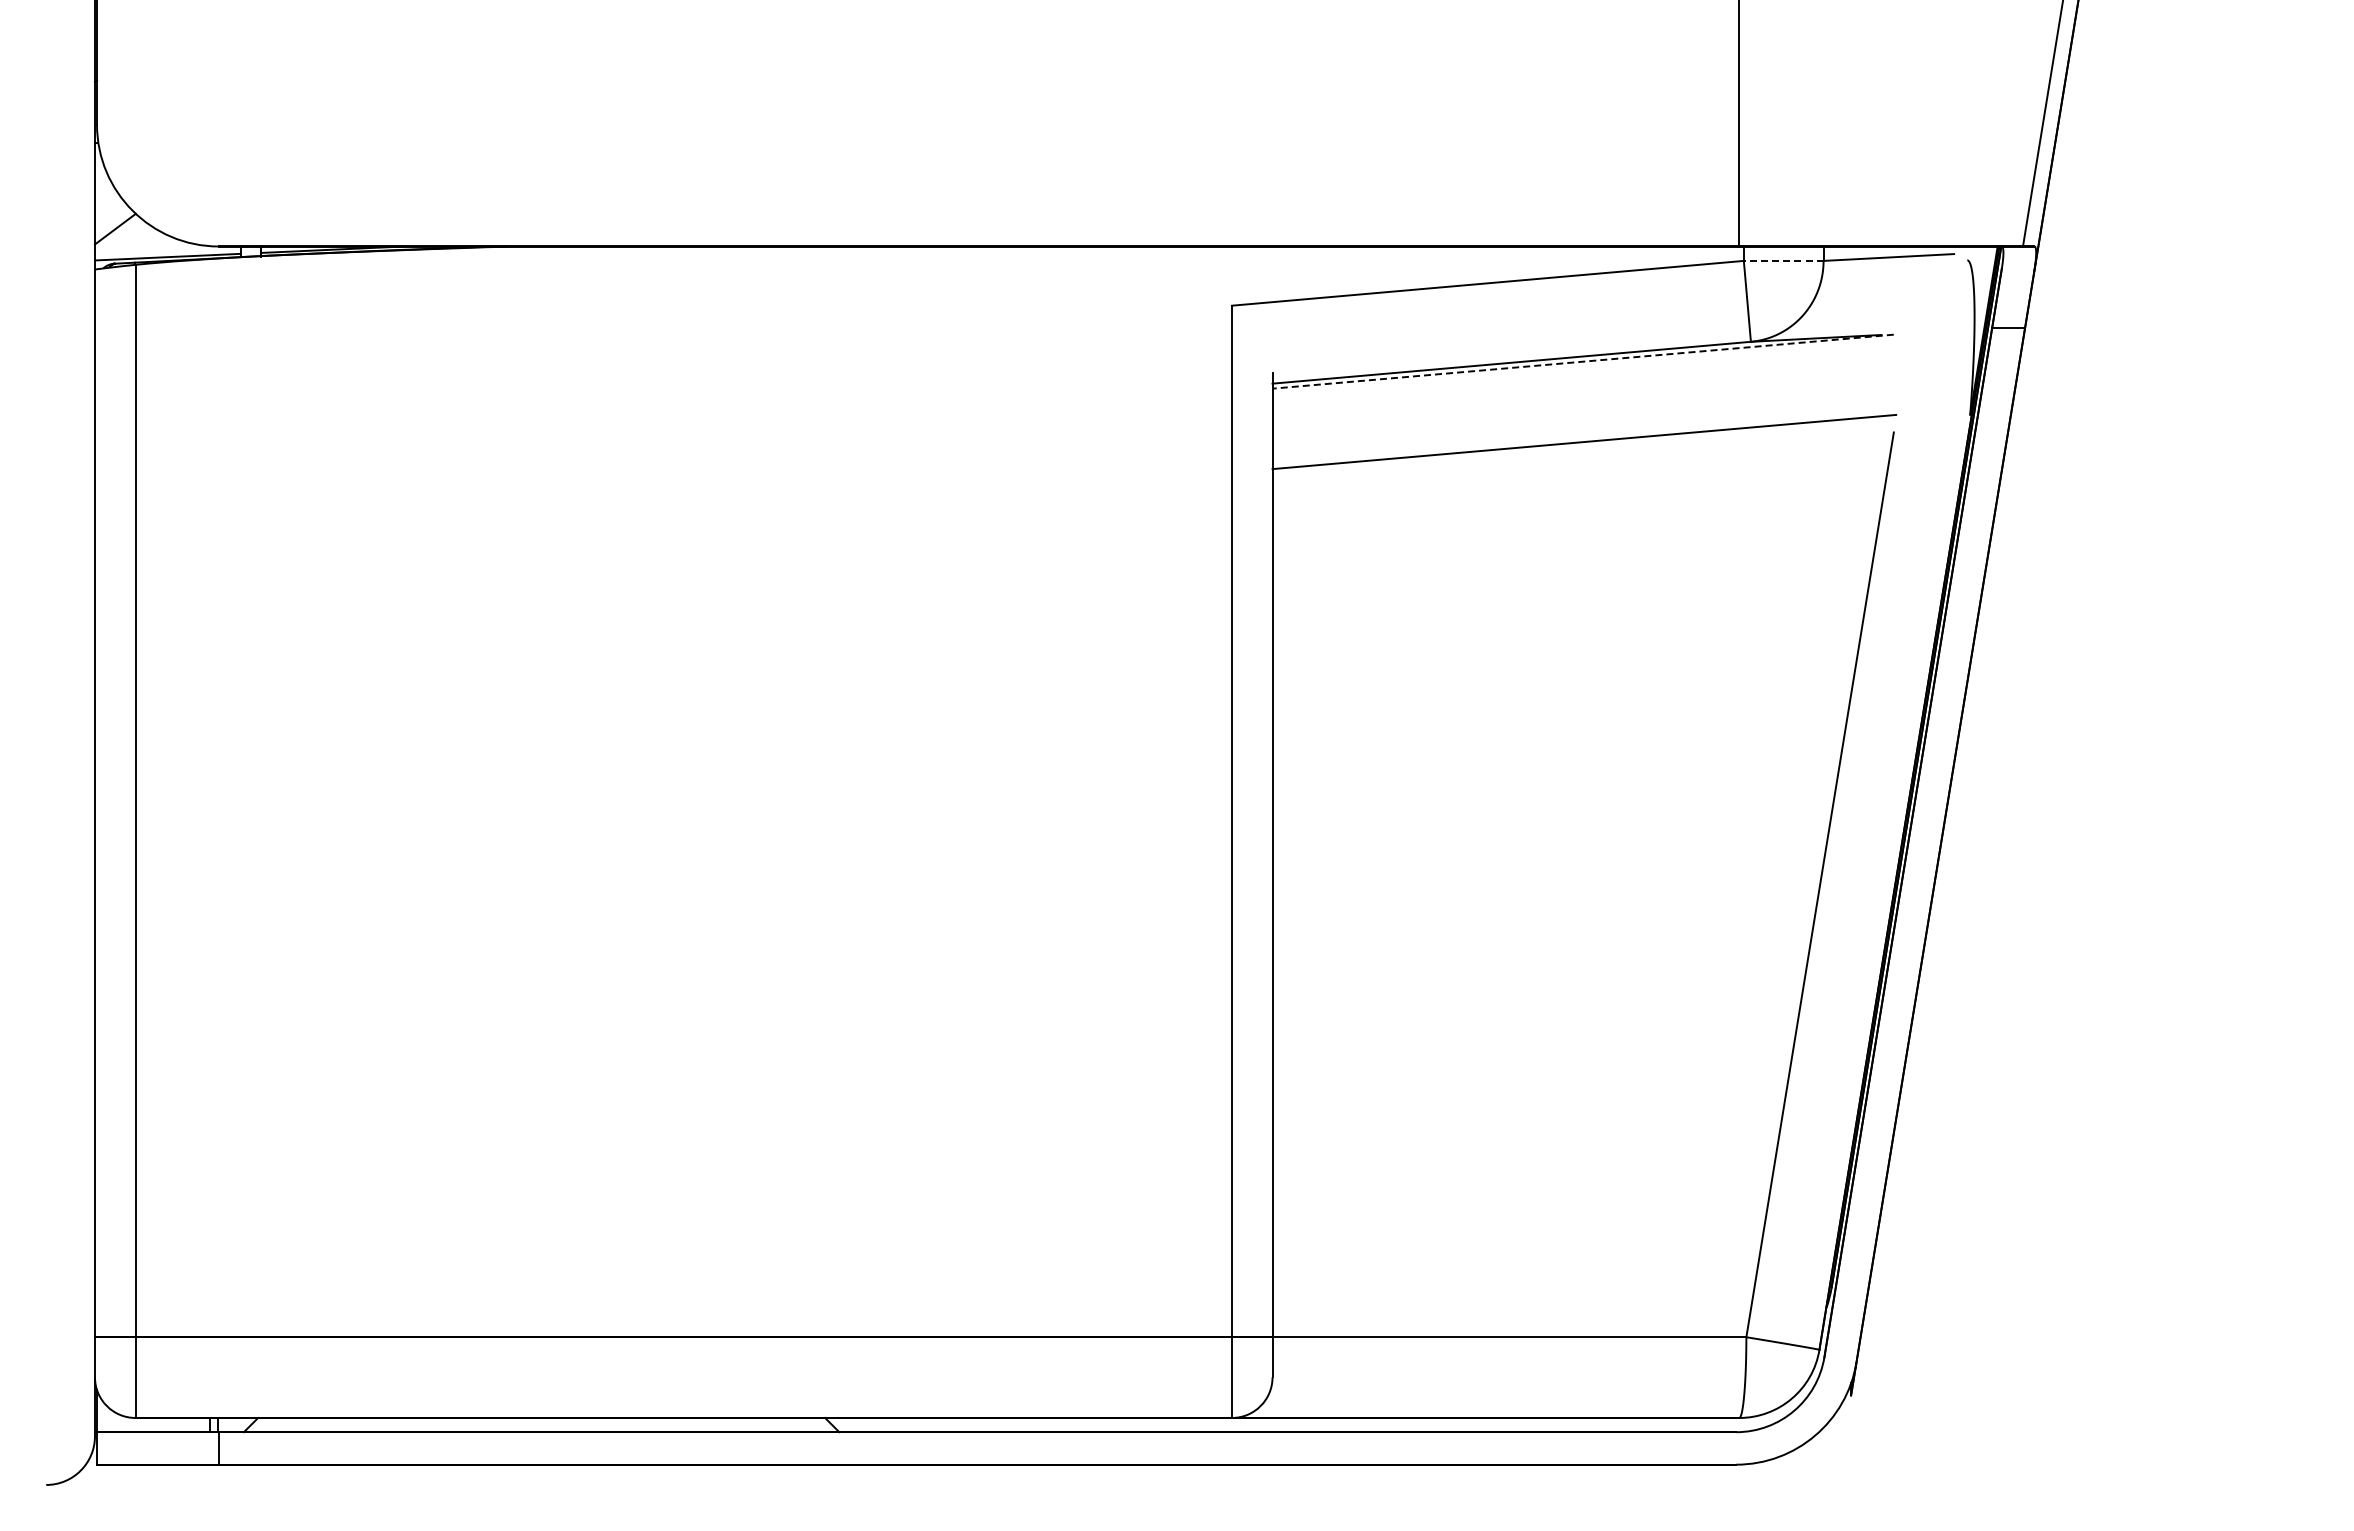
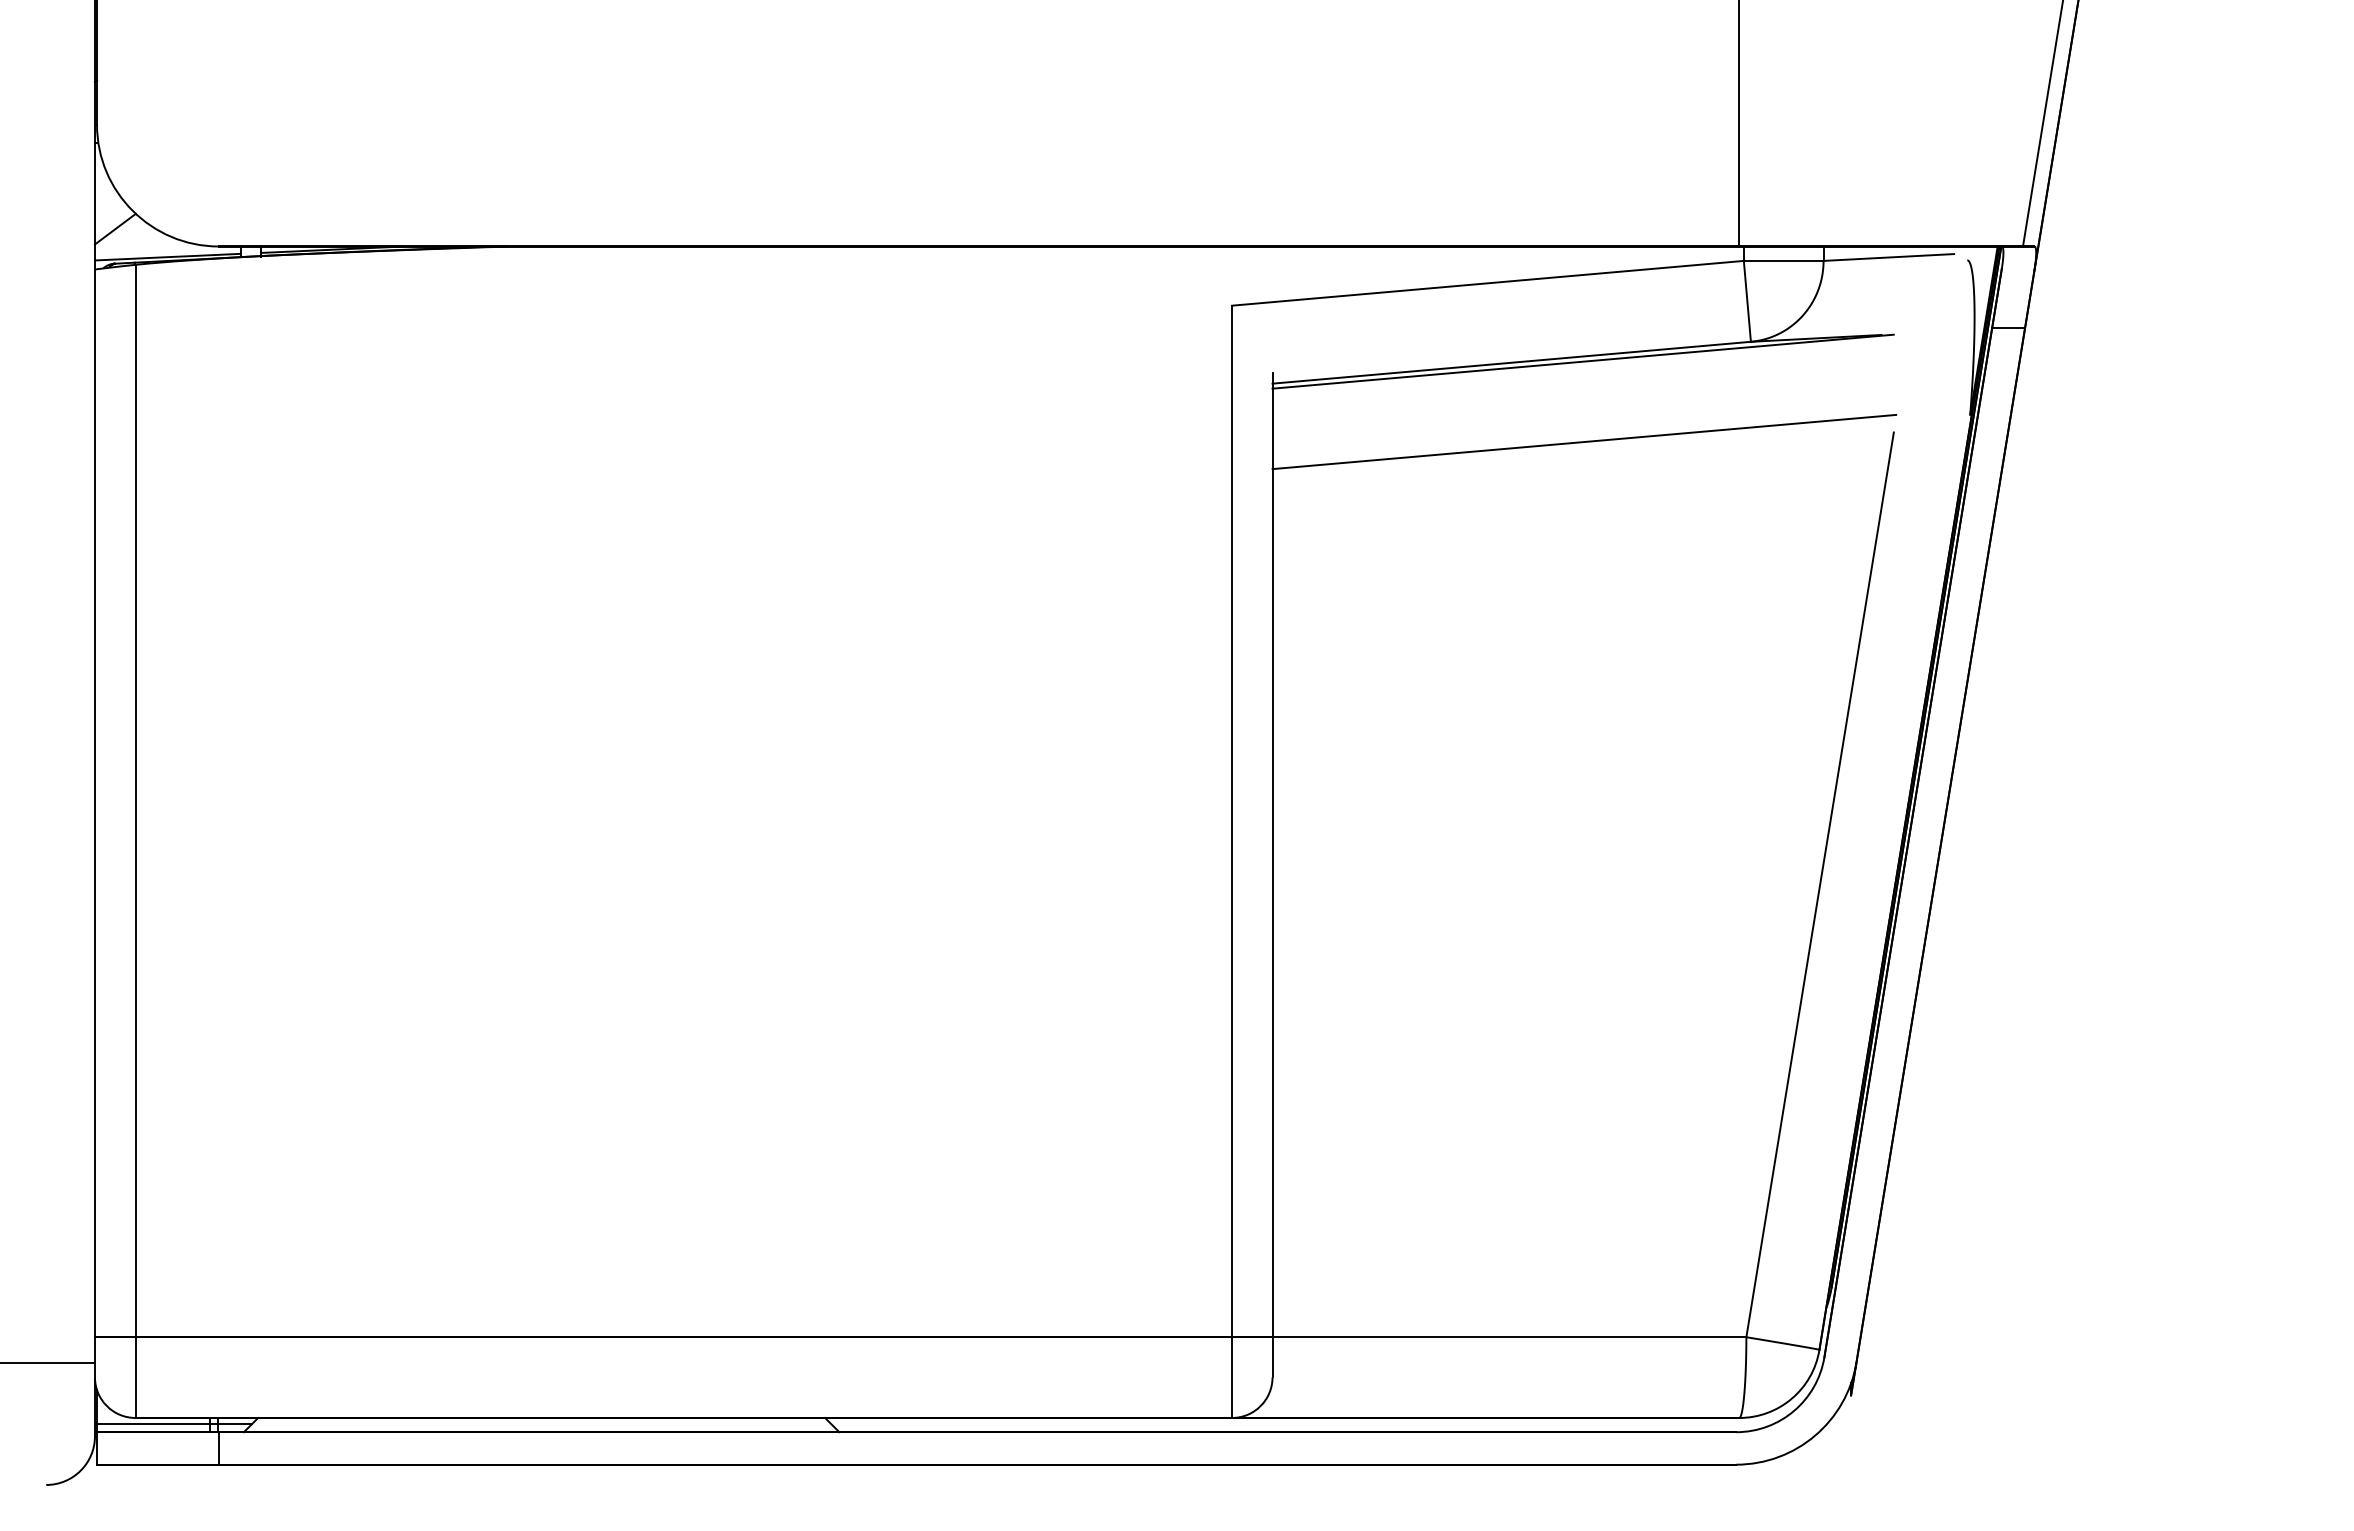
line at (1783, 260): dashed -> solid
line at (1583, 361): dashed -> solid
line at (48, 1363): none -> present
line at (174, 1424): none -> present
